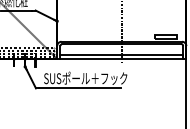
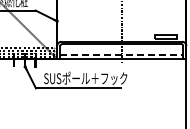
line at (122, 54): solid -> dashed
